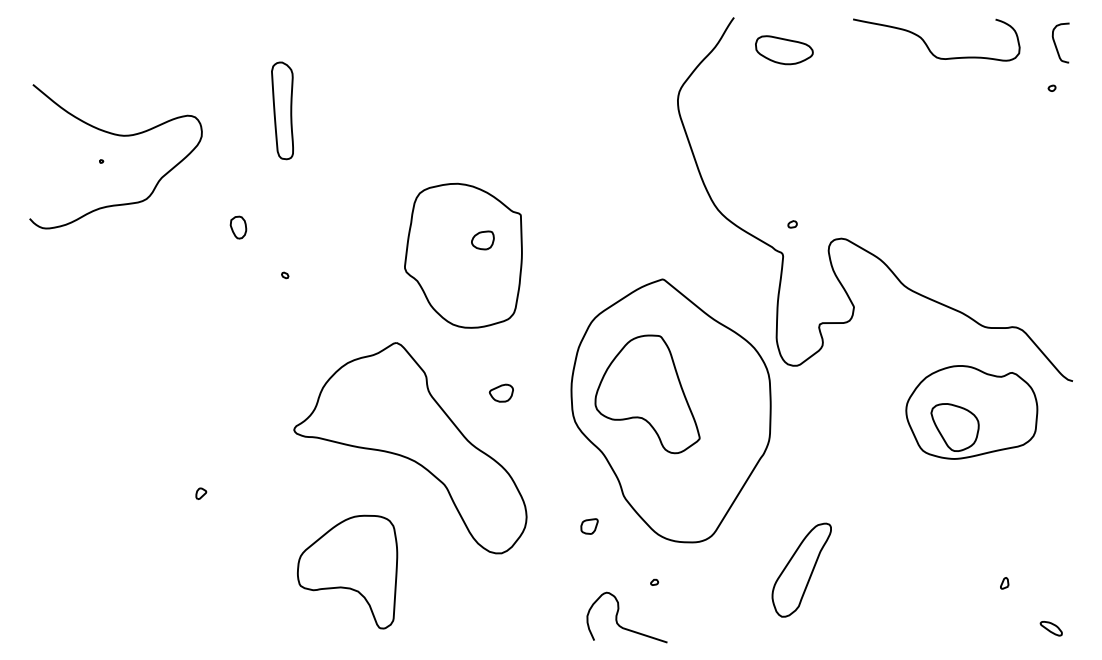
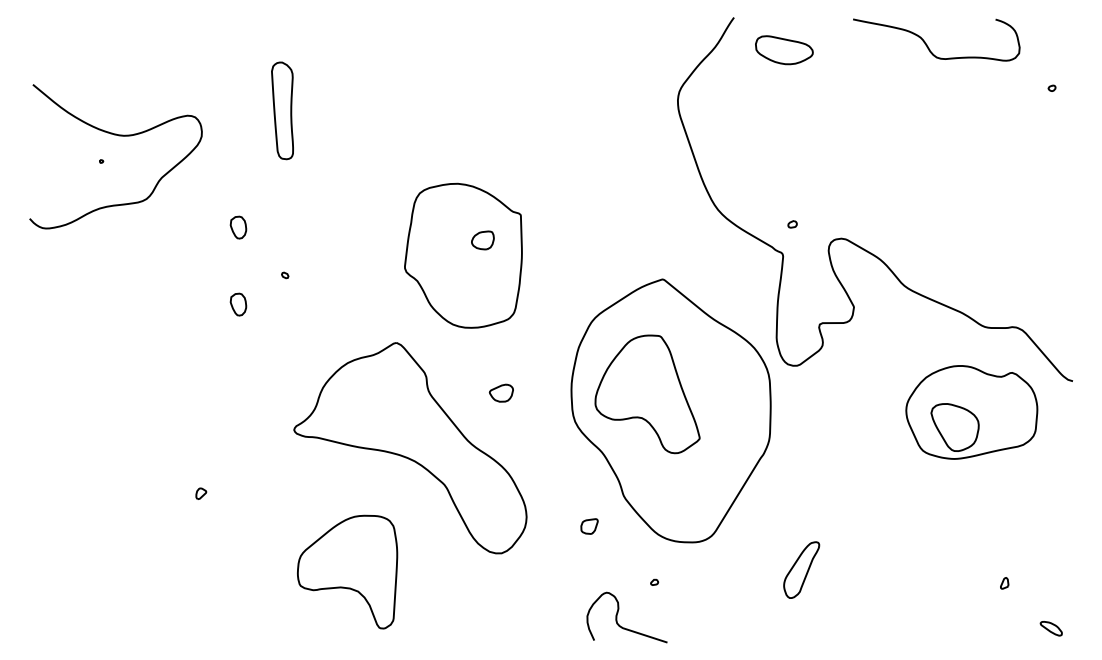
curve at (1056, 44): present -> none
part at (238, 304): none -> present
part at (801, 569) size: 61x96 px -> 38x58 px
